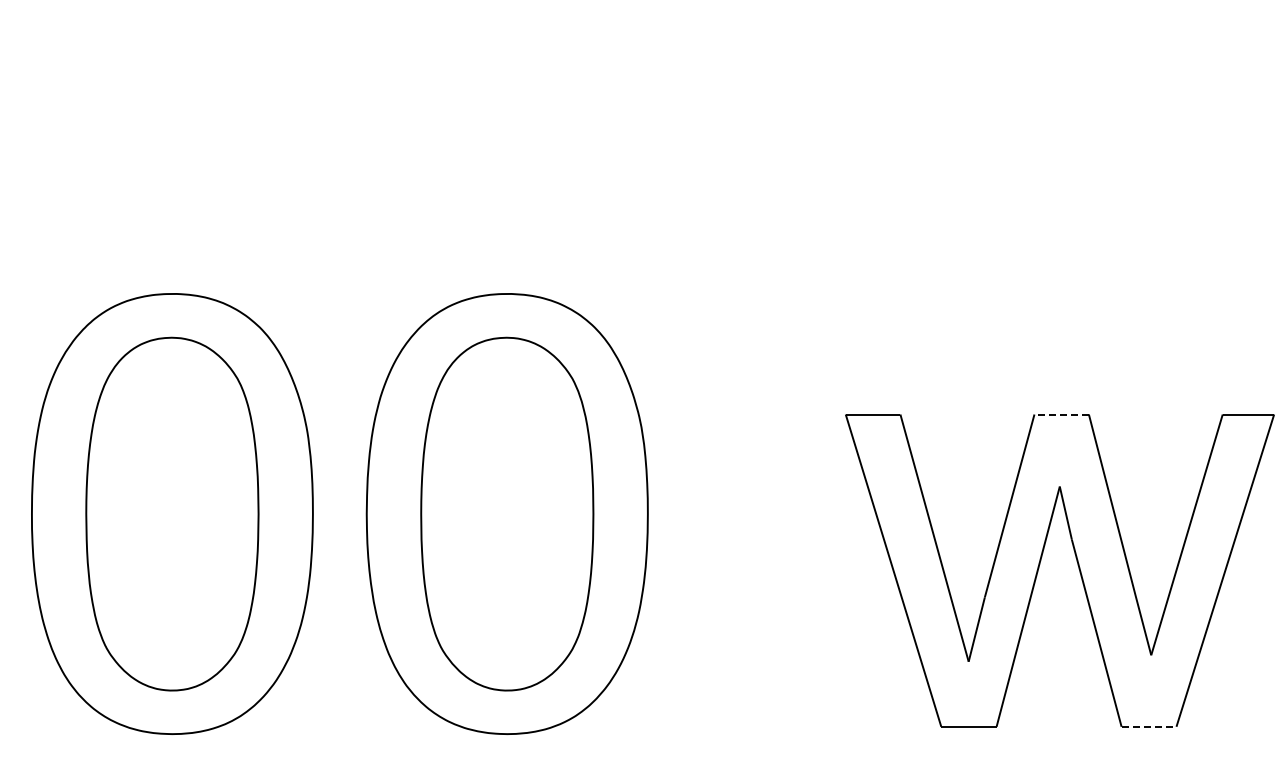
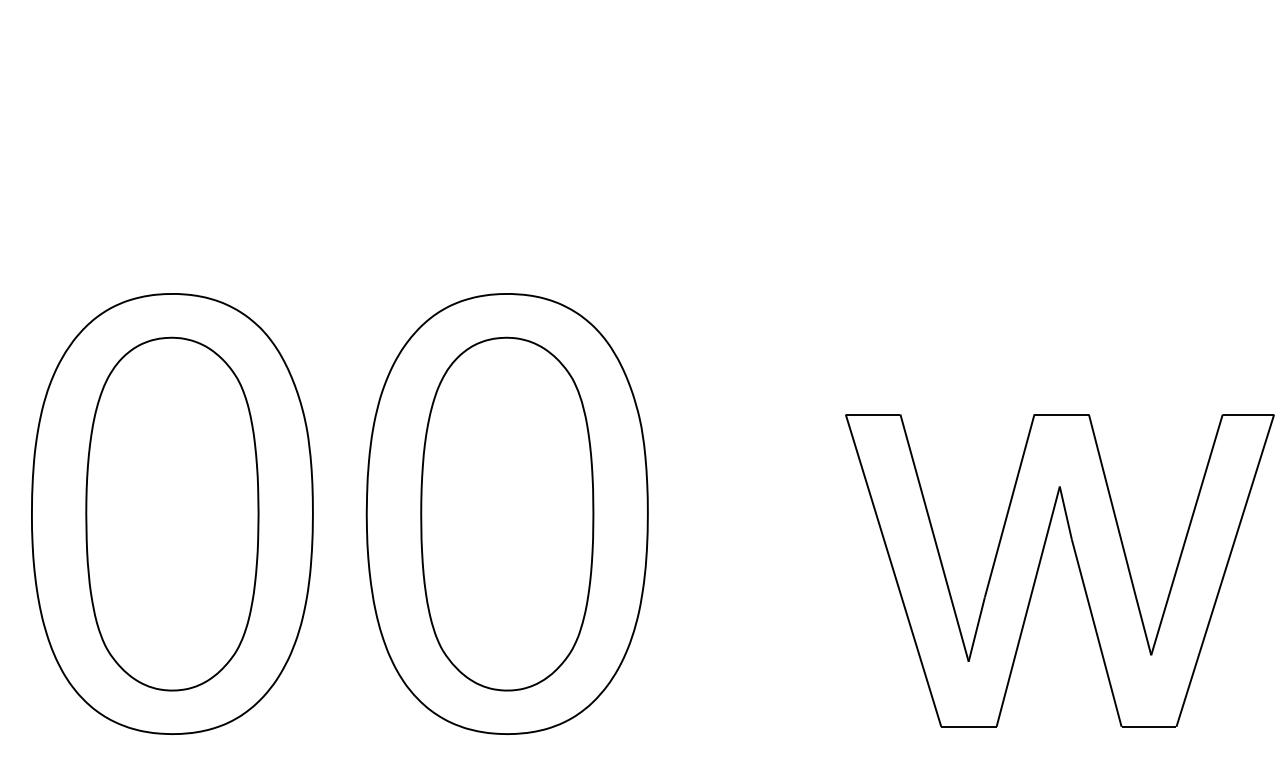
line at (1061, 414): dashed -> solid
line at (1149, 726): dashed -> solid
